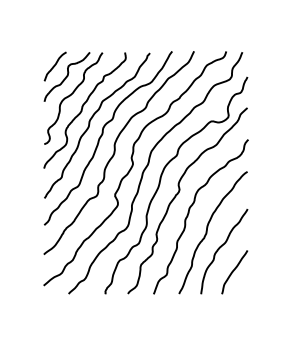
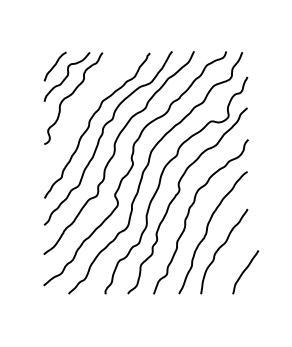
curve at (82, 110): present -> none
curve at (234, 271) position: (234, 271) -> (245, 271)
